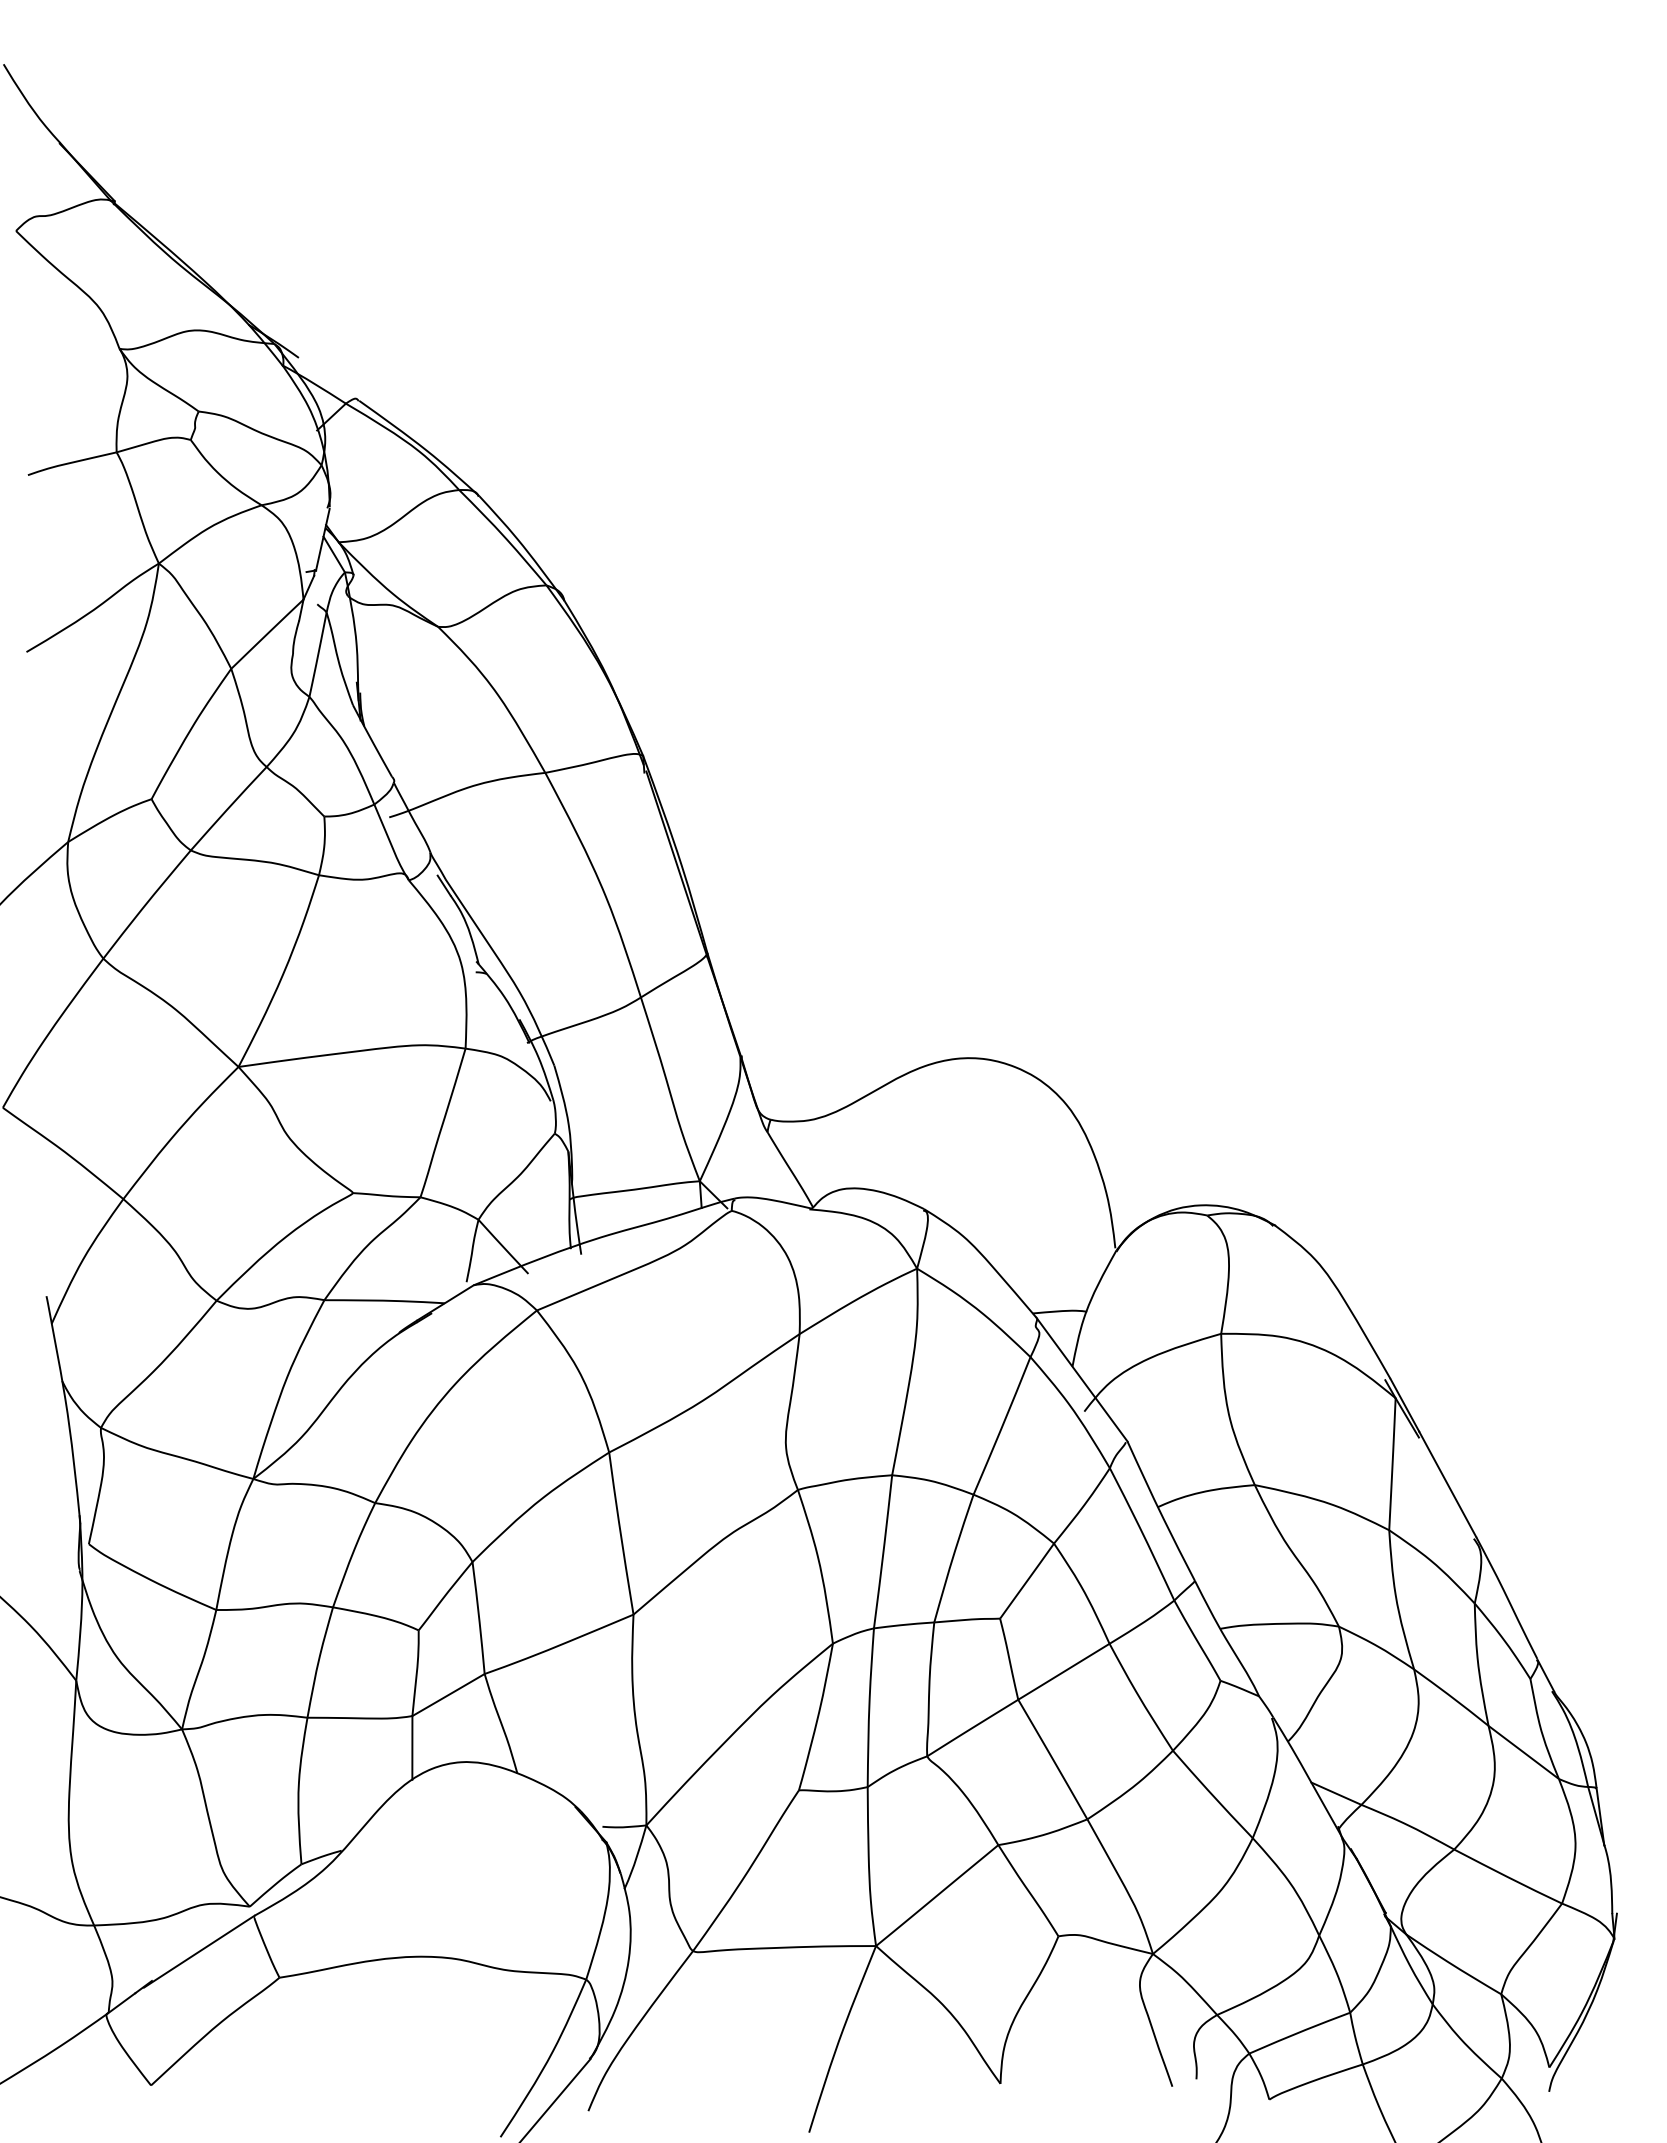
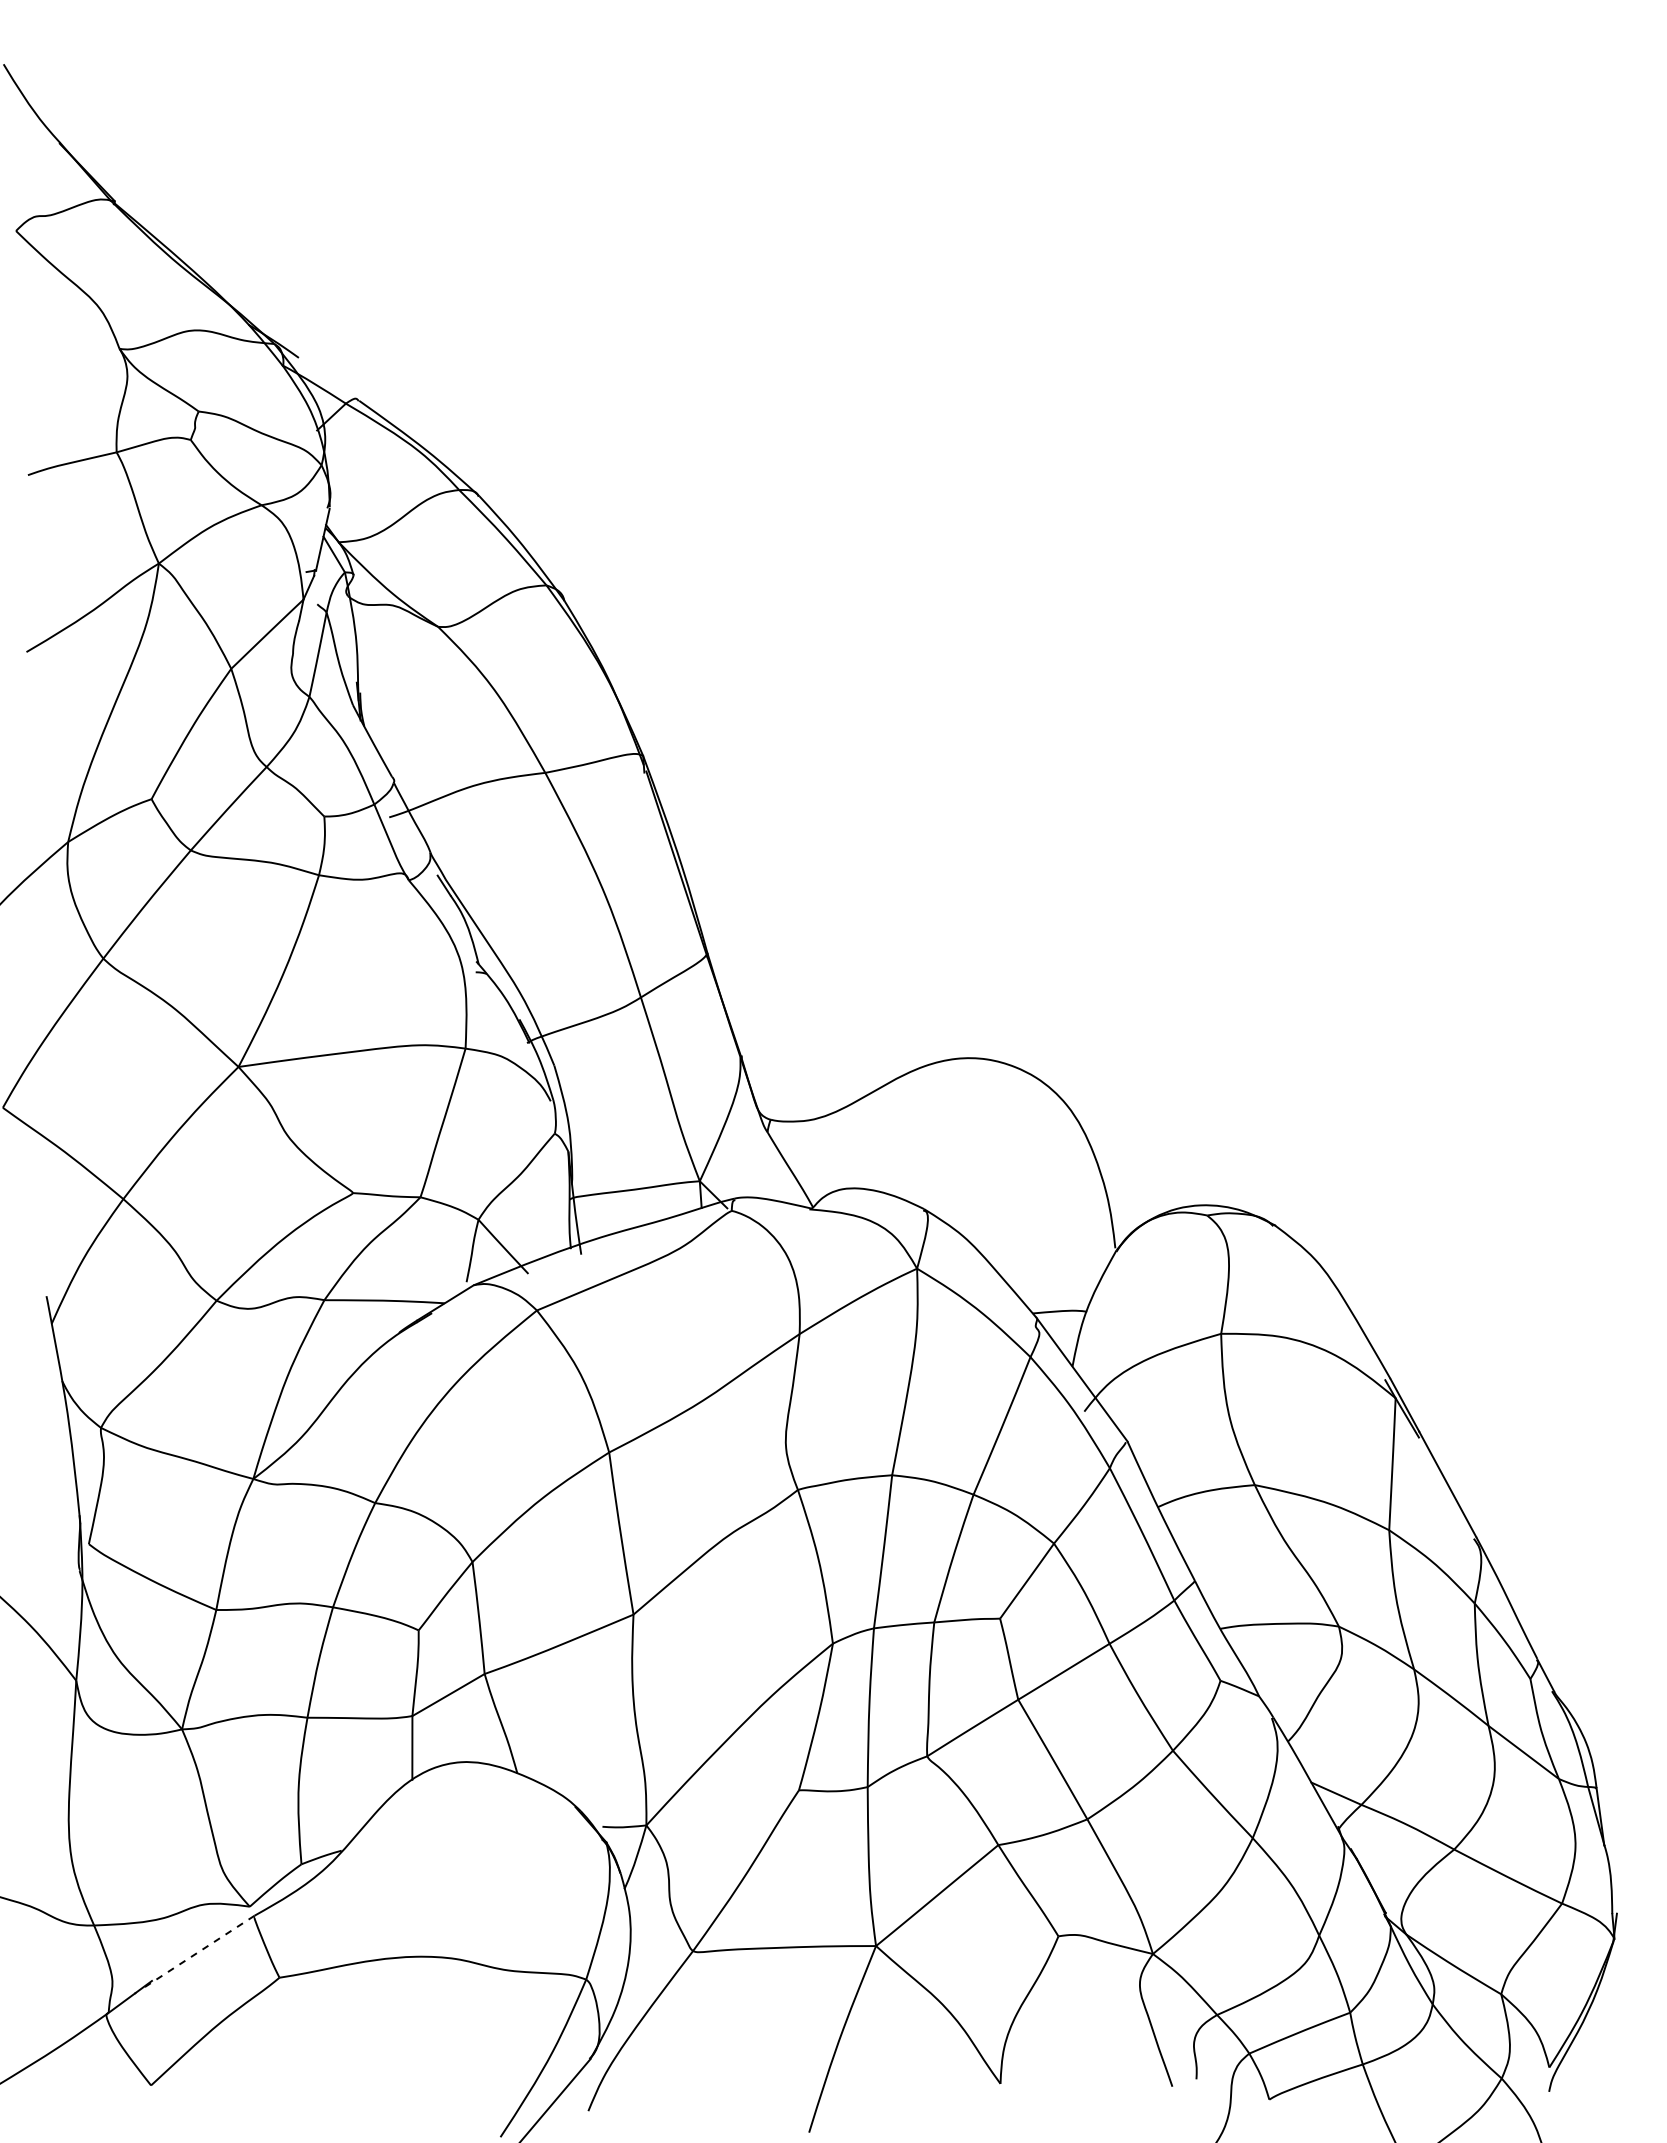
line at (199, 1951): solid -> dashed
